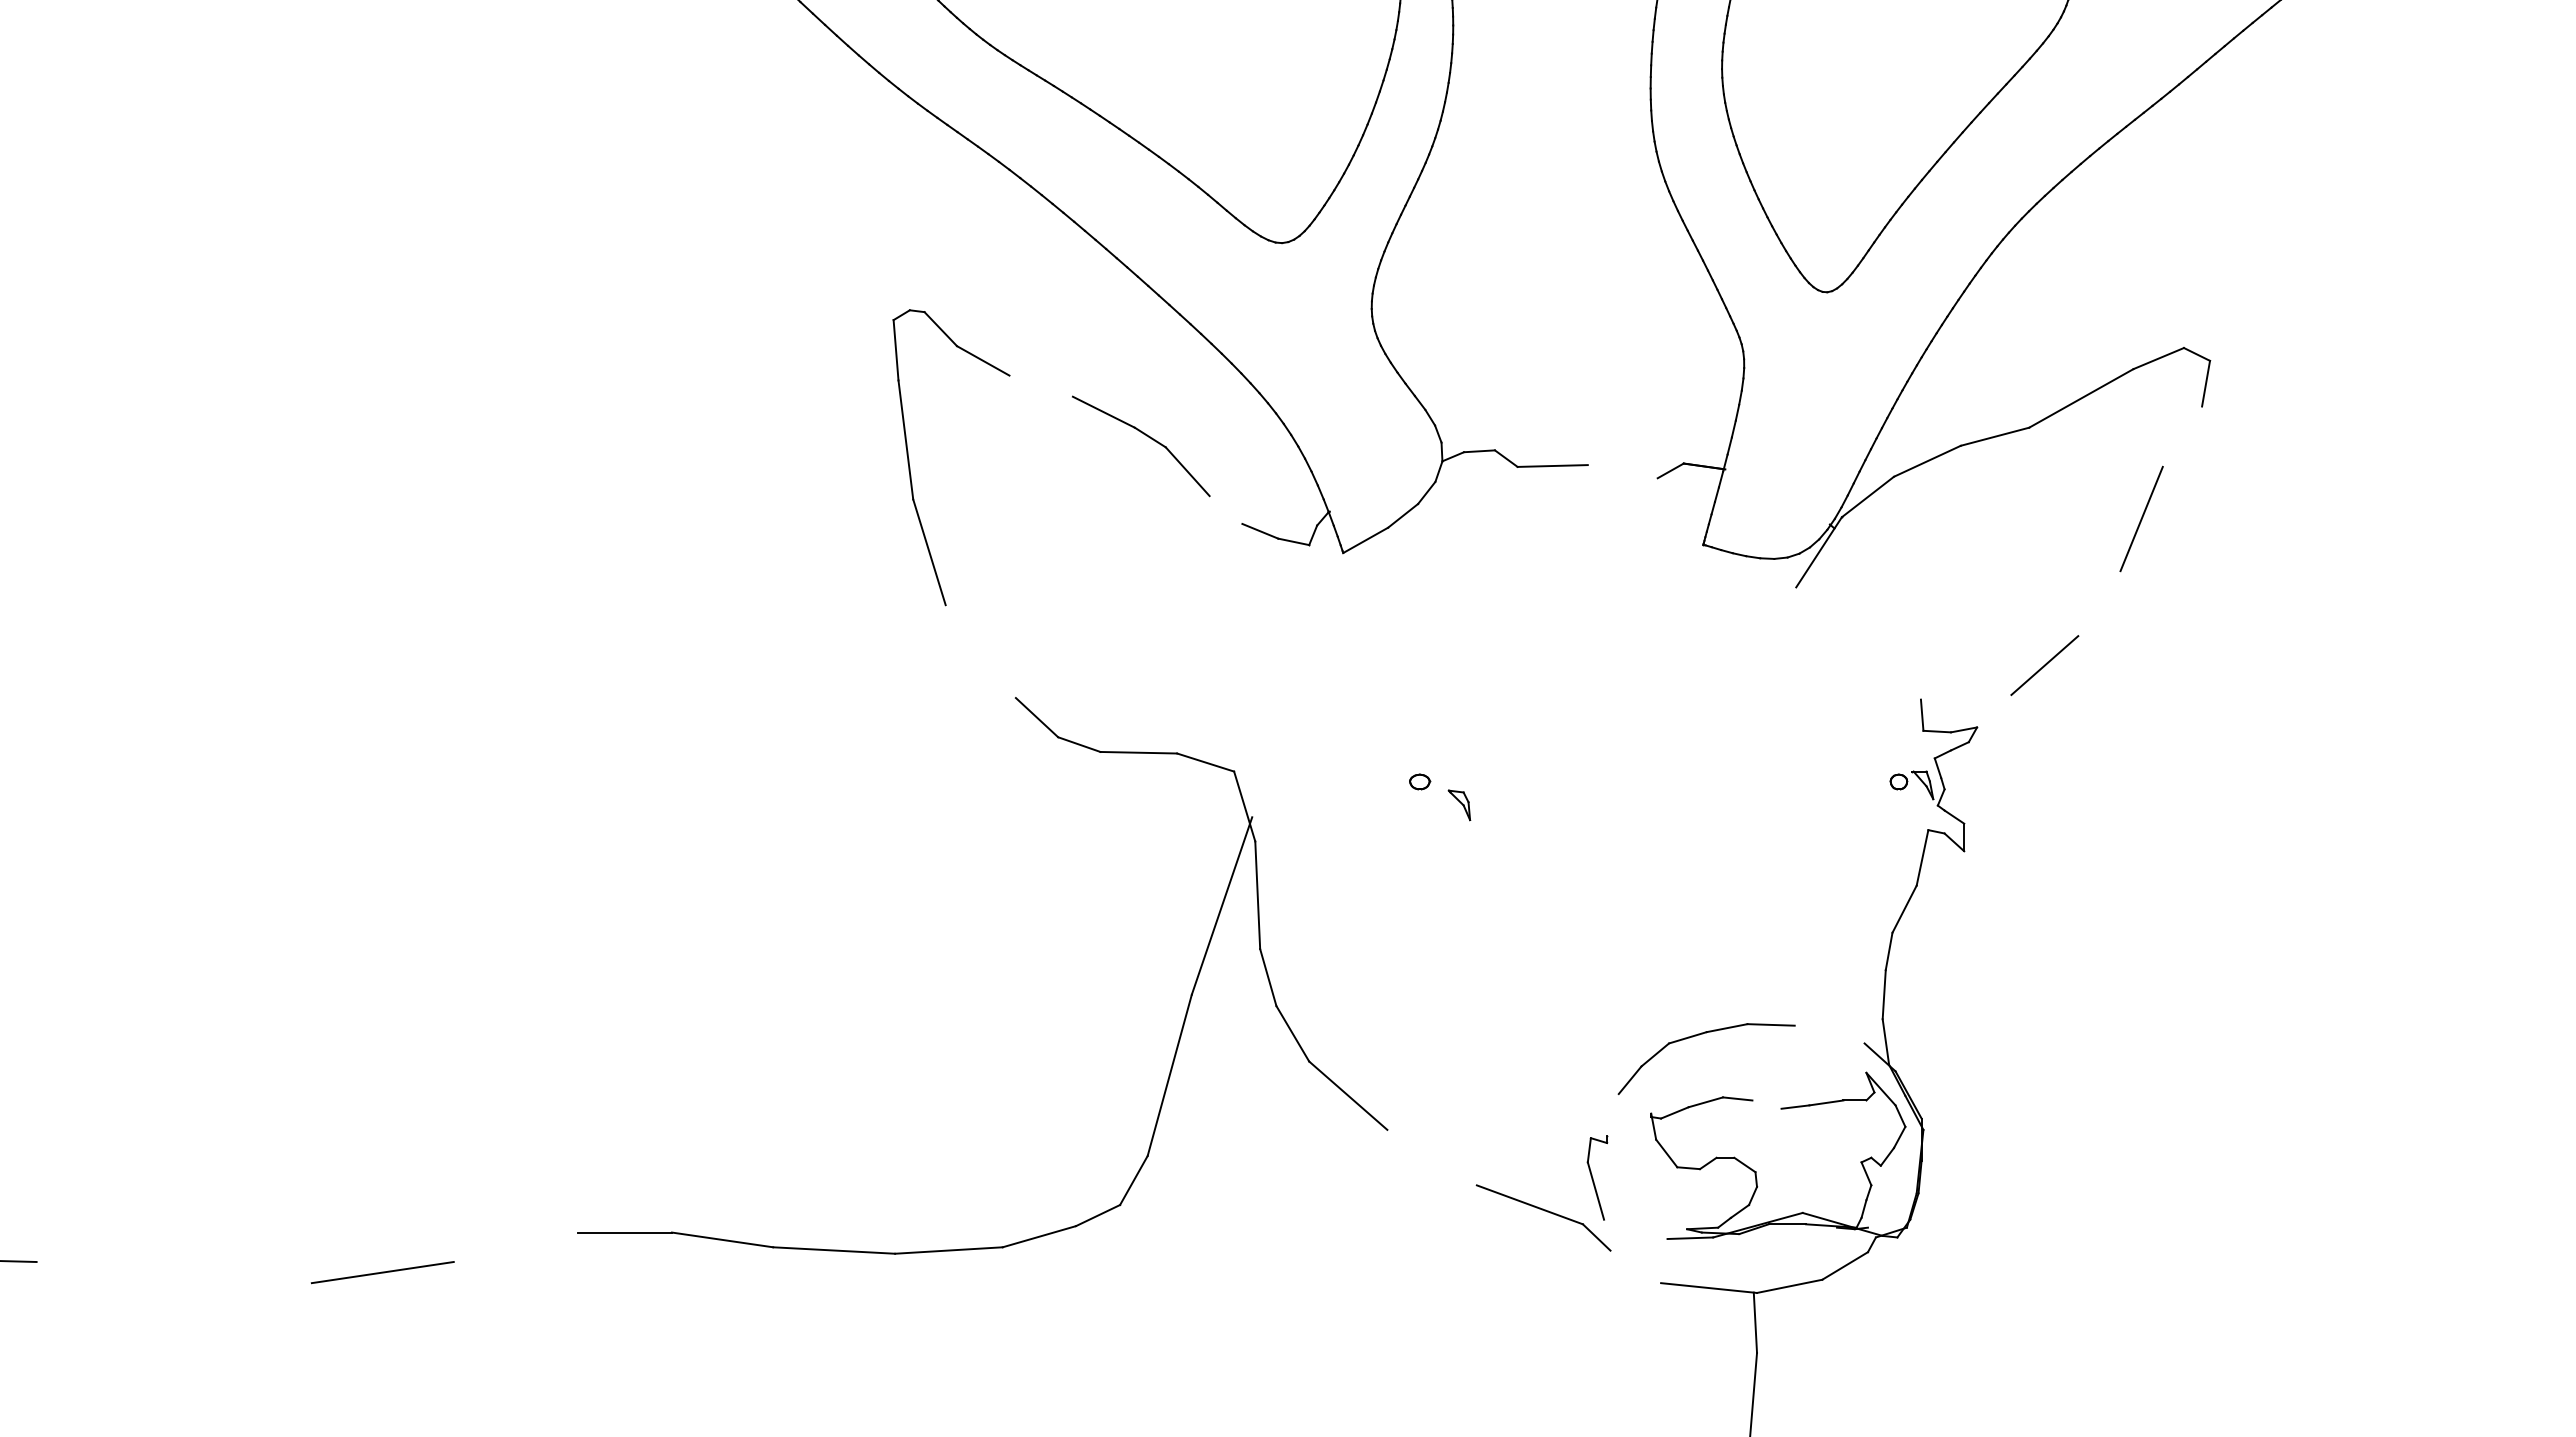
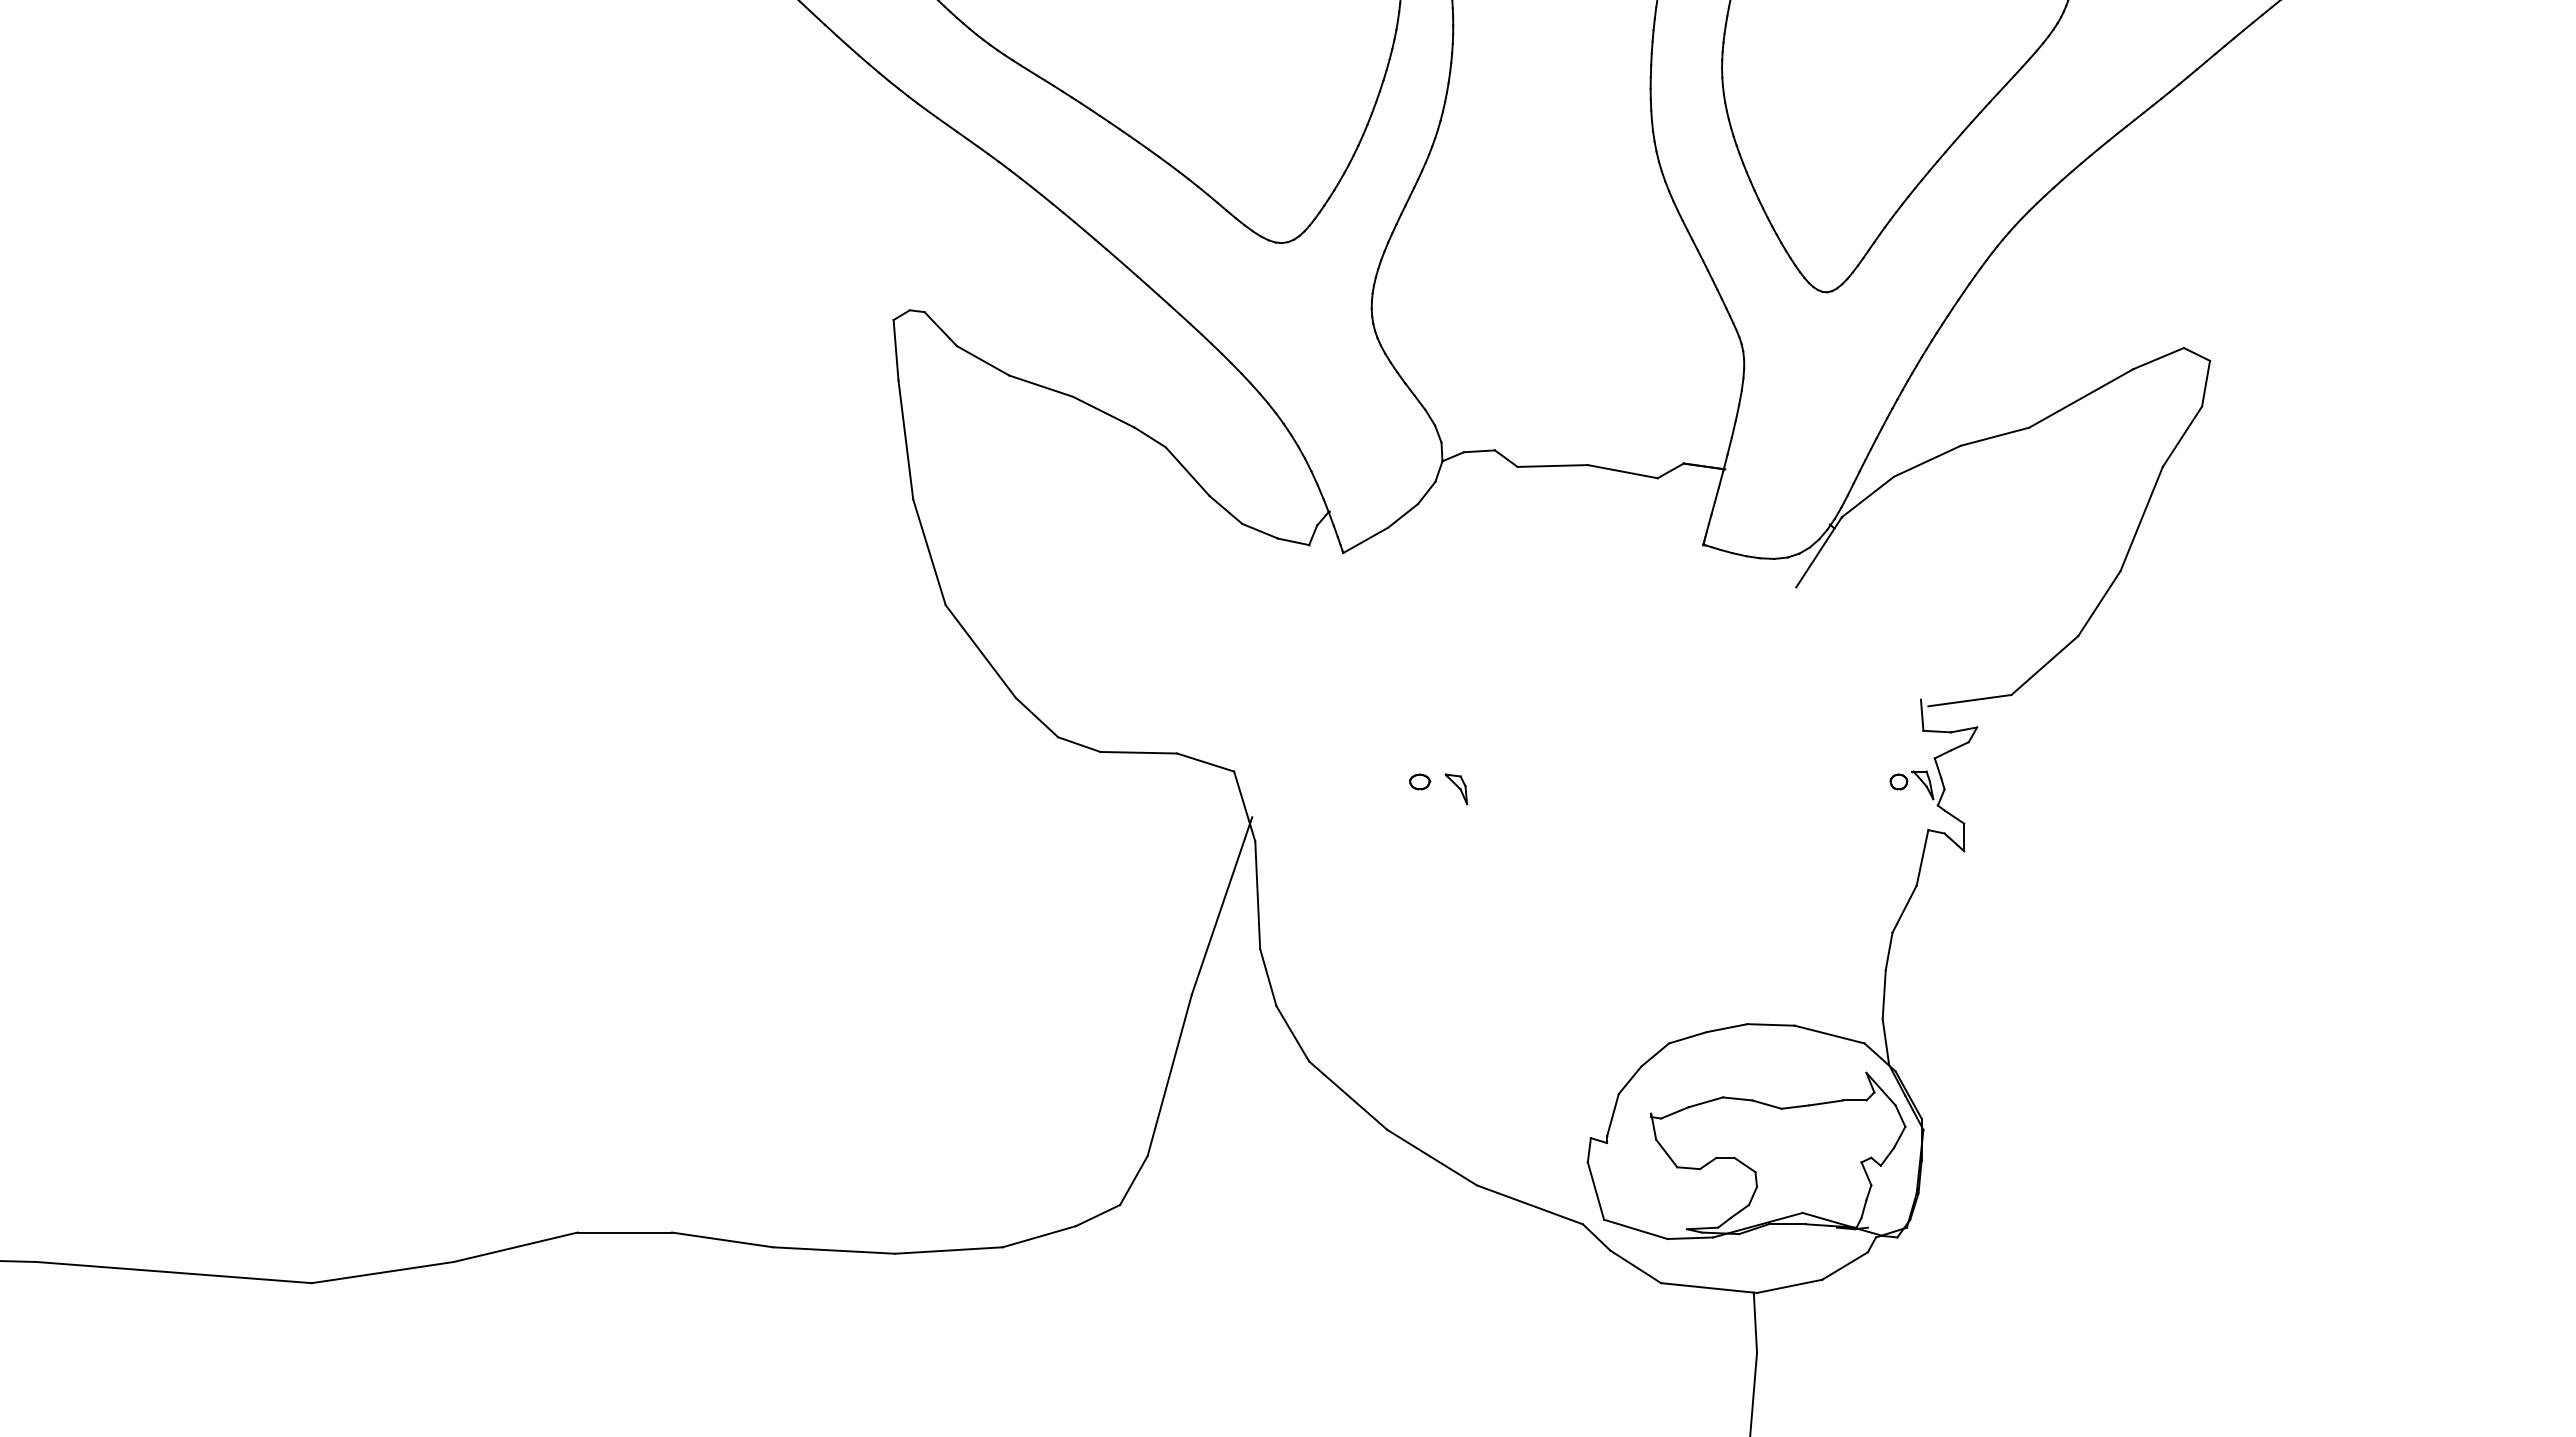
line at (1040, 385): none -> present
line at (2182, 436): none -> present
line at (1622, 471): none -> present
line at (1225, 509): none -> present
line at (2099, 603): none -> present
line at (980, 651): none -> present
line at (1969, 700): none -> present
part at (1459, 805) position: (1459, 805) -> (1456, 789)
line at (1829, 1034): none -> present
line at (1766, 1104): none -> present
line at (1612, 1115): none -> present
line at (1431, 1157): none -> present
line at (1635, 1229): none -> present
line at (515, 1246): none -> present
line at (1635, 1266): none -> present
line at (173, 1272): none -> present
